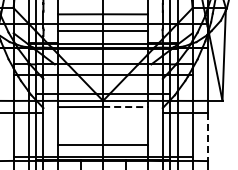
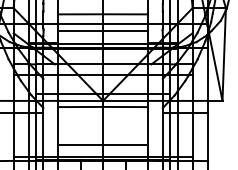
line at (126, 107): dashed -> solid
line at (207, 137): dashed -> solid
